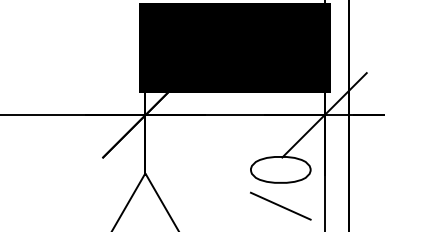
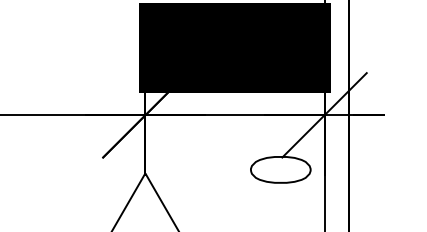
line at (280, 205): present -> none
